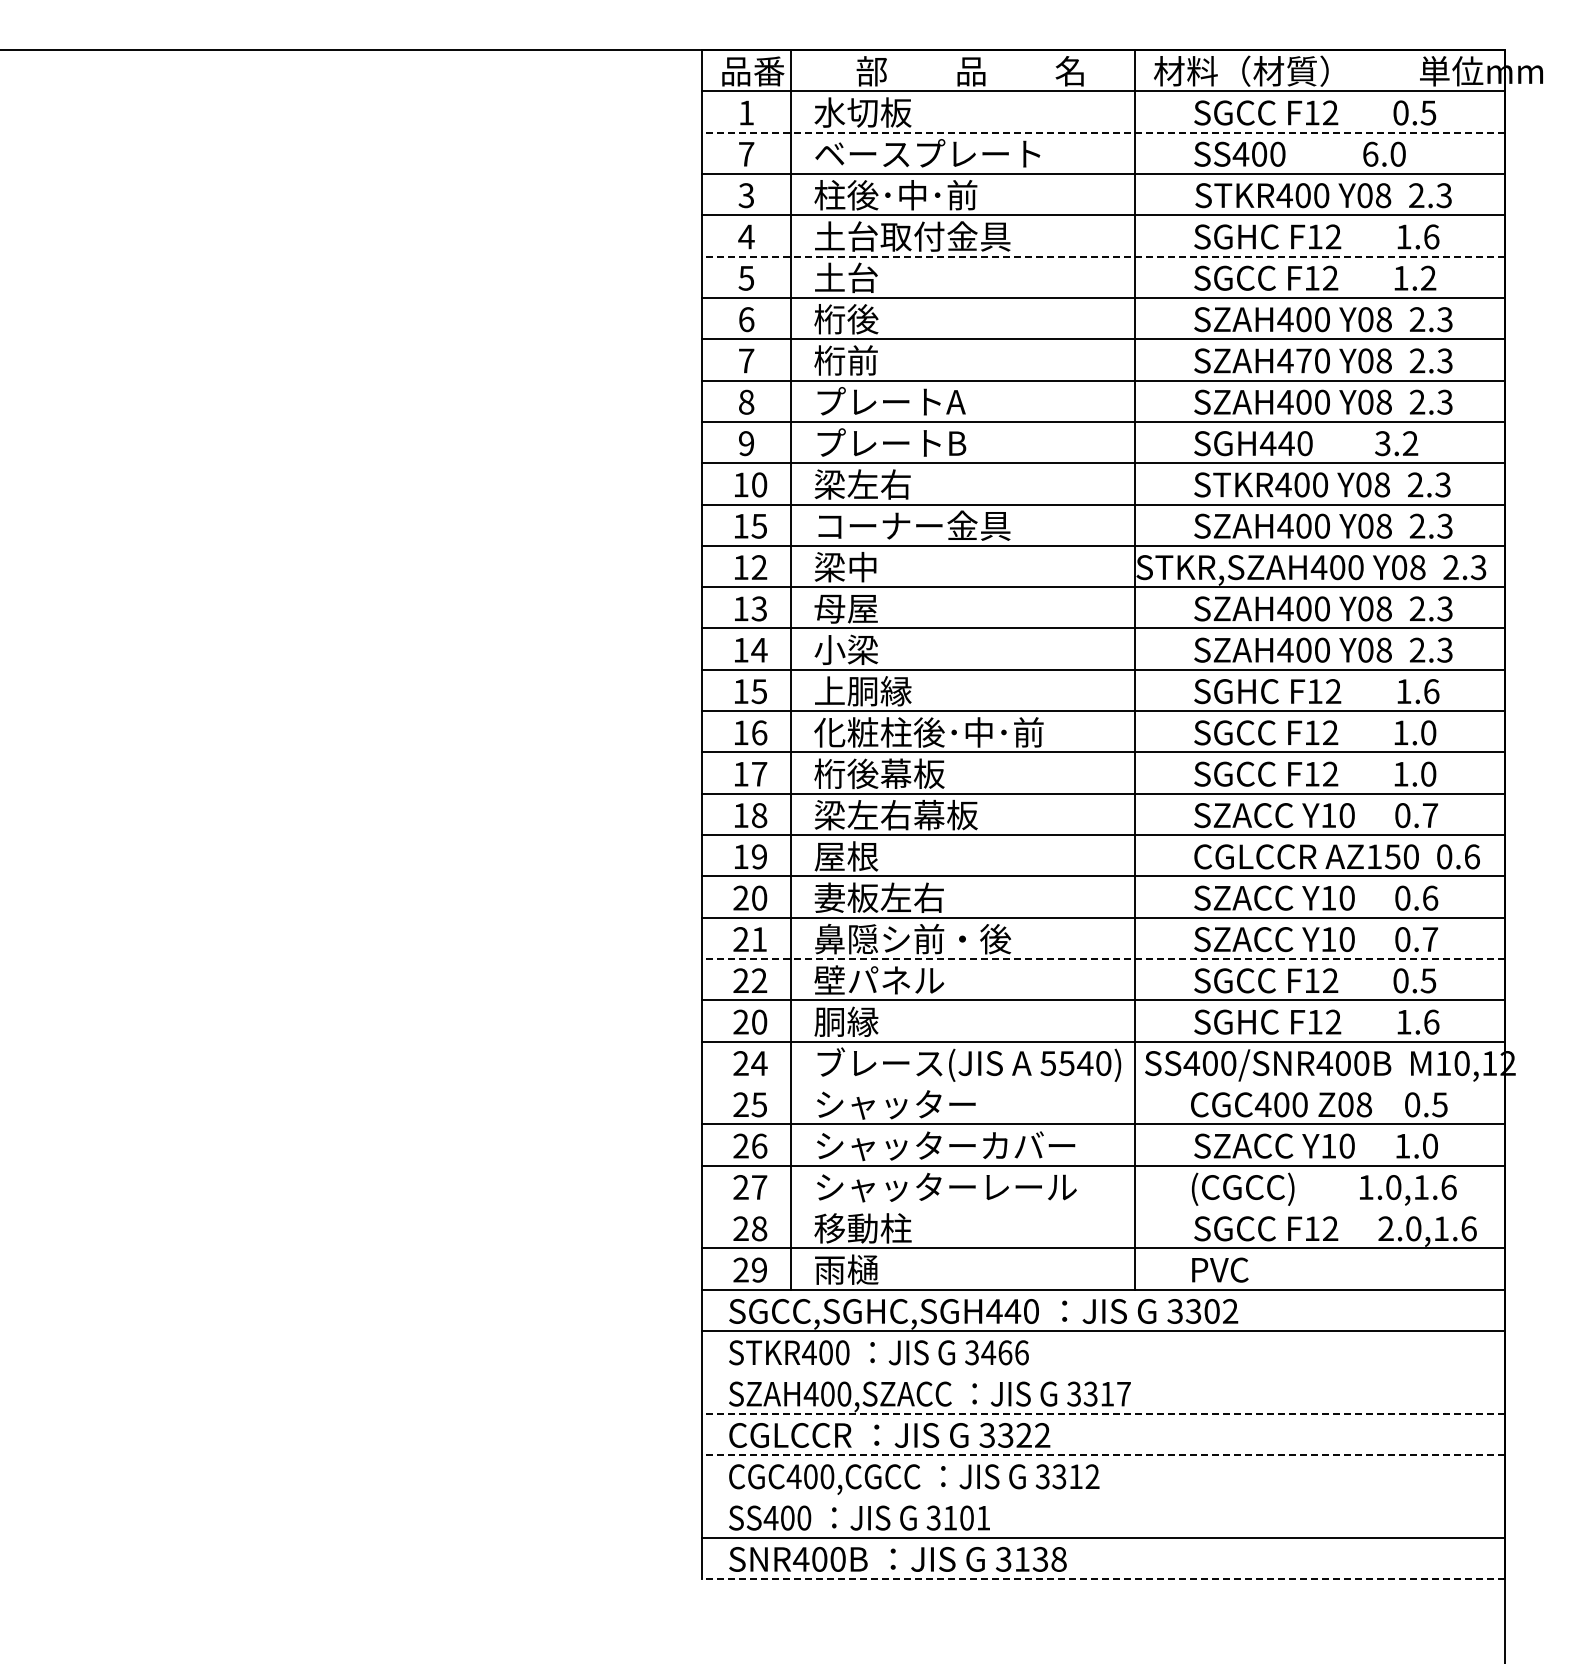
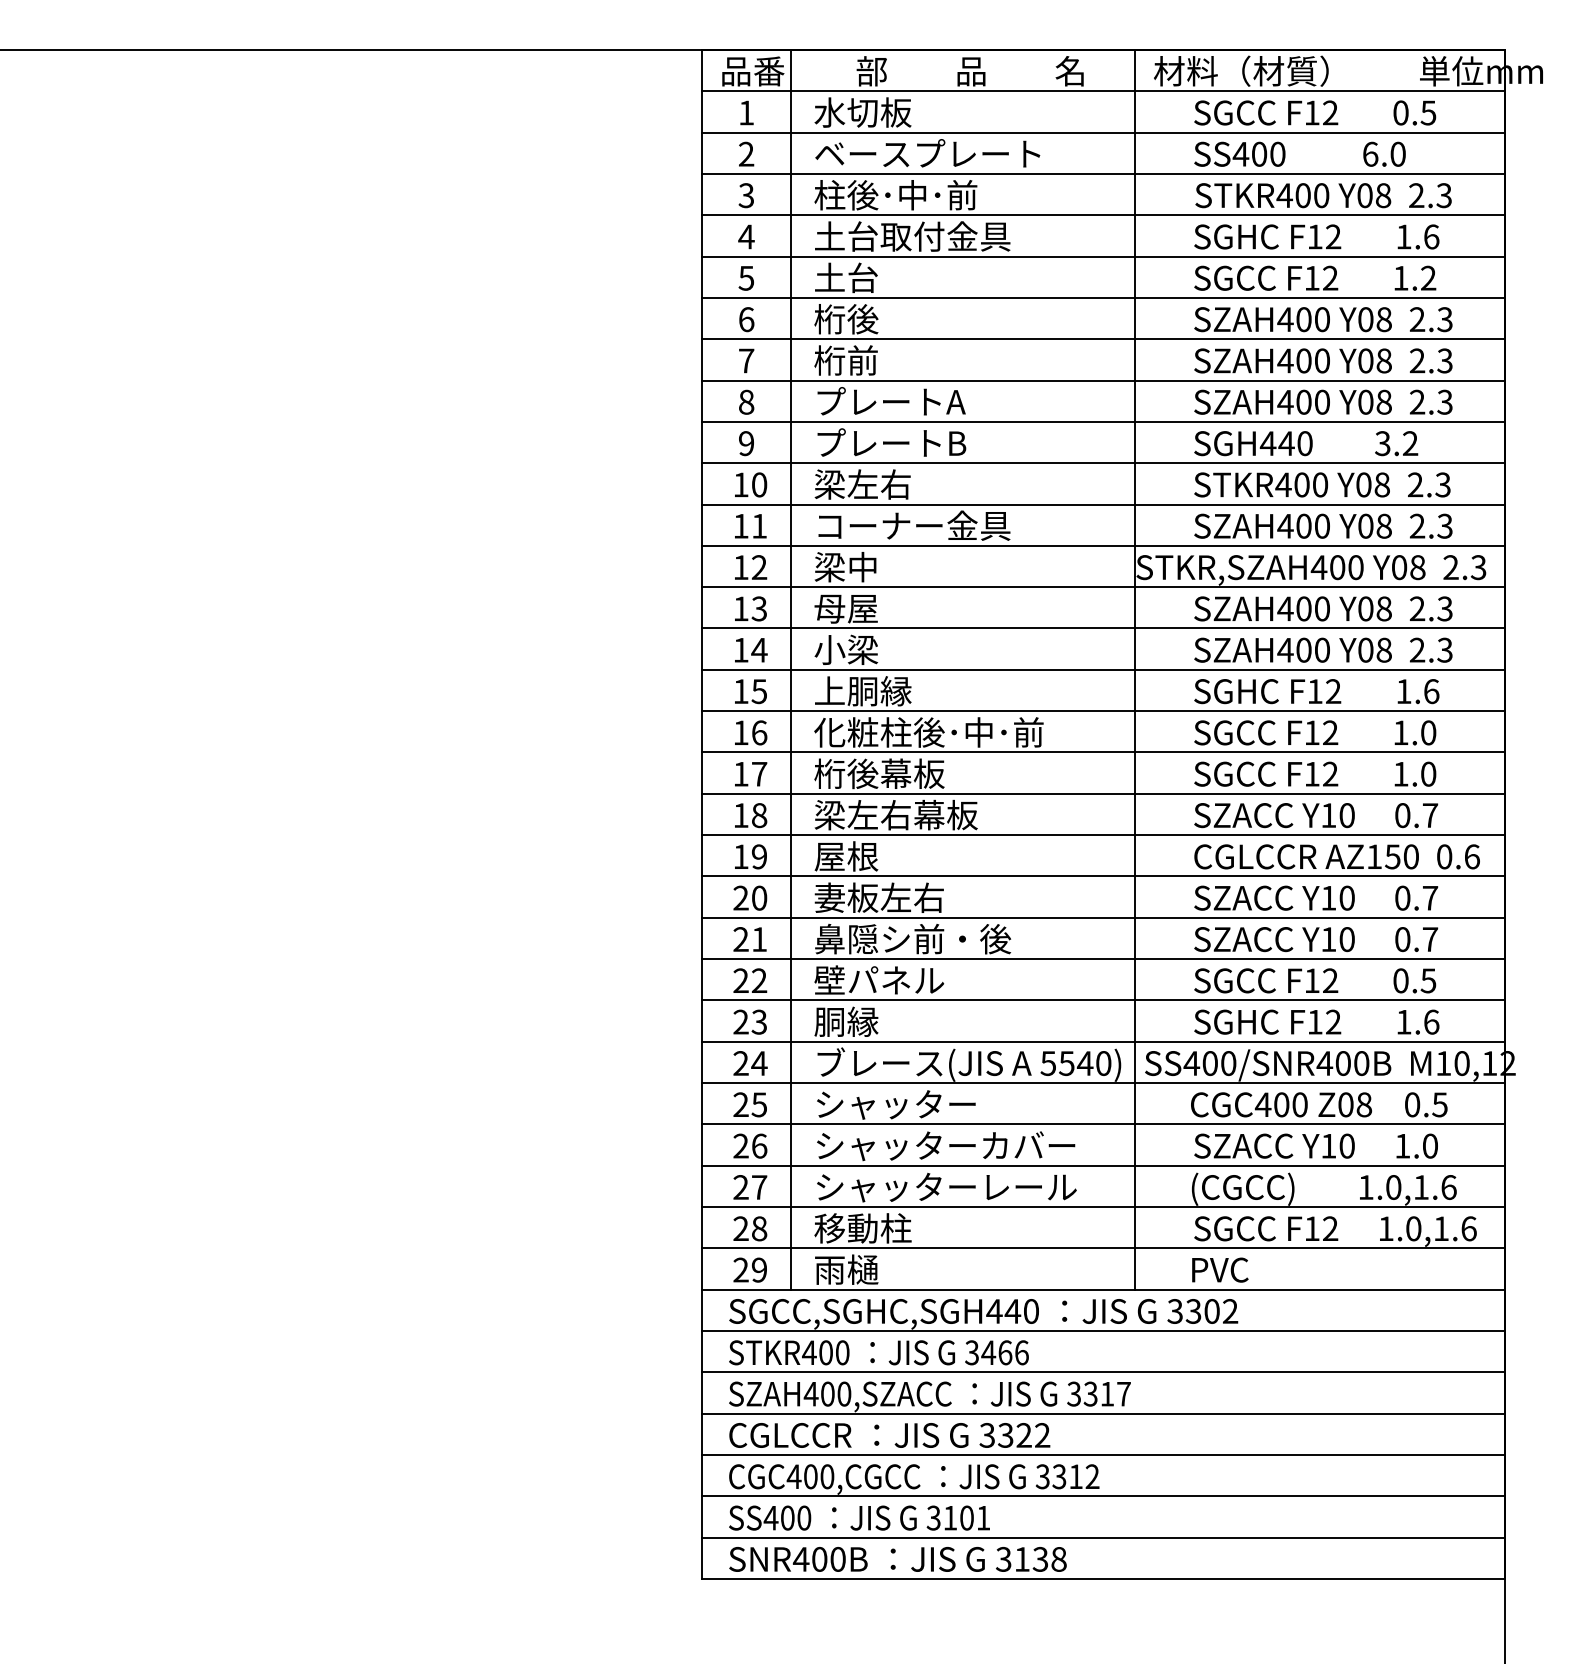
line at (1103, 132): dashed -> solid
text at (746, 153): 7 -> 2
line at (1103, 256): dashed -> solid
text at (1303, 360): SZAH470 -> SZAH400
text at (758, 526): 15 -> 11
text at (1430, 897): 0.6 -> 0.7
line at (1103, 959): dashed -> solid
text at (759, 1021): 20 -> 23
line at (1103, 1083): none -> present
line at (1103, 1207): none -> present
text at (1385, 1228): 2.0,1.6 -> 1.0,1.6
line at (1103, 1372): none -> present
line at (1103, 1413): dashed -> solid
line at (1103, 1455): dashed -> solid
line at (1103, 1496): none -> present
line at (1103, 1579): dashed -> solid
